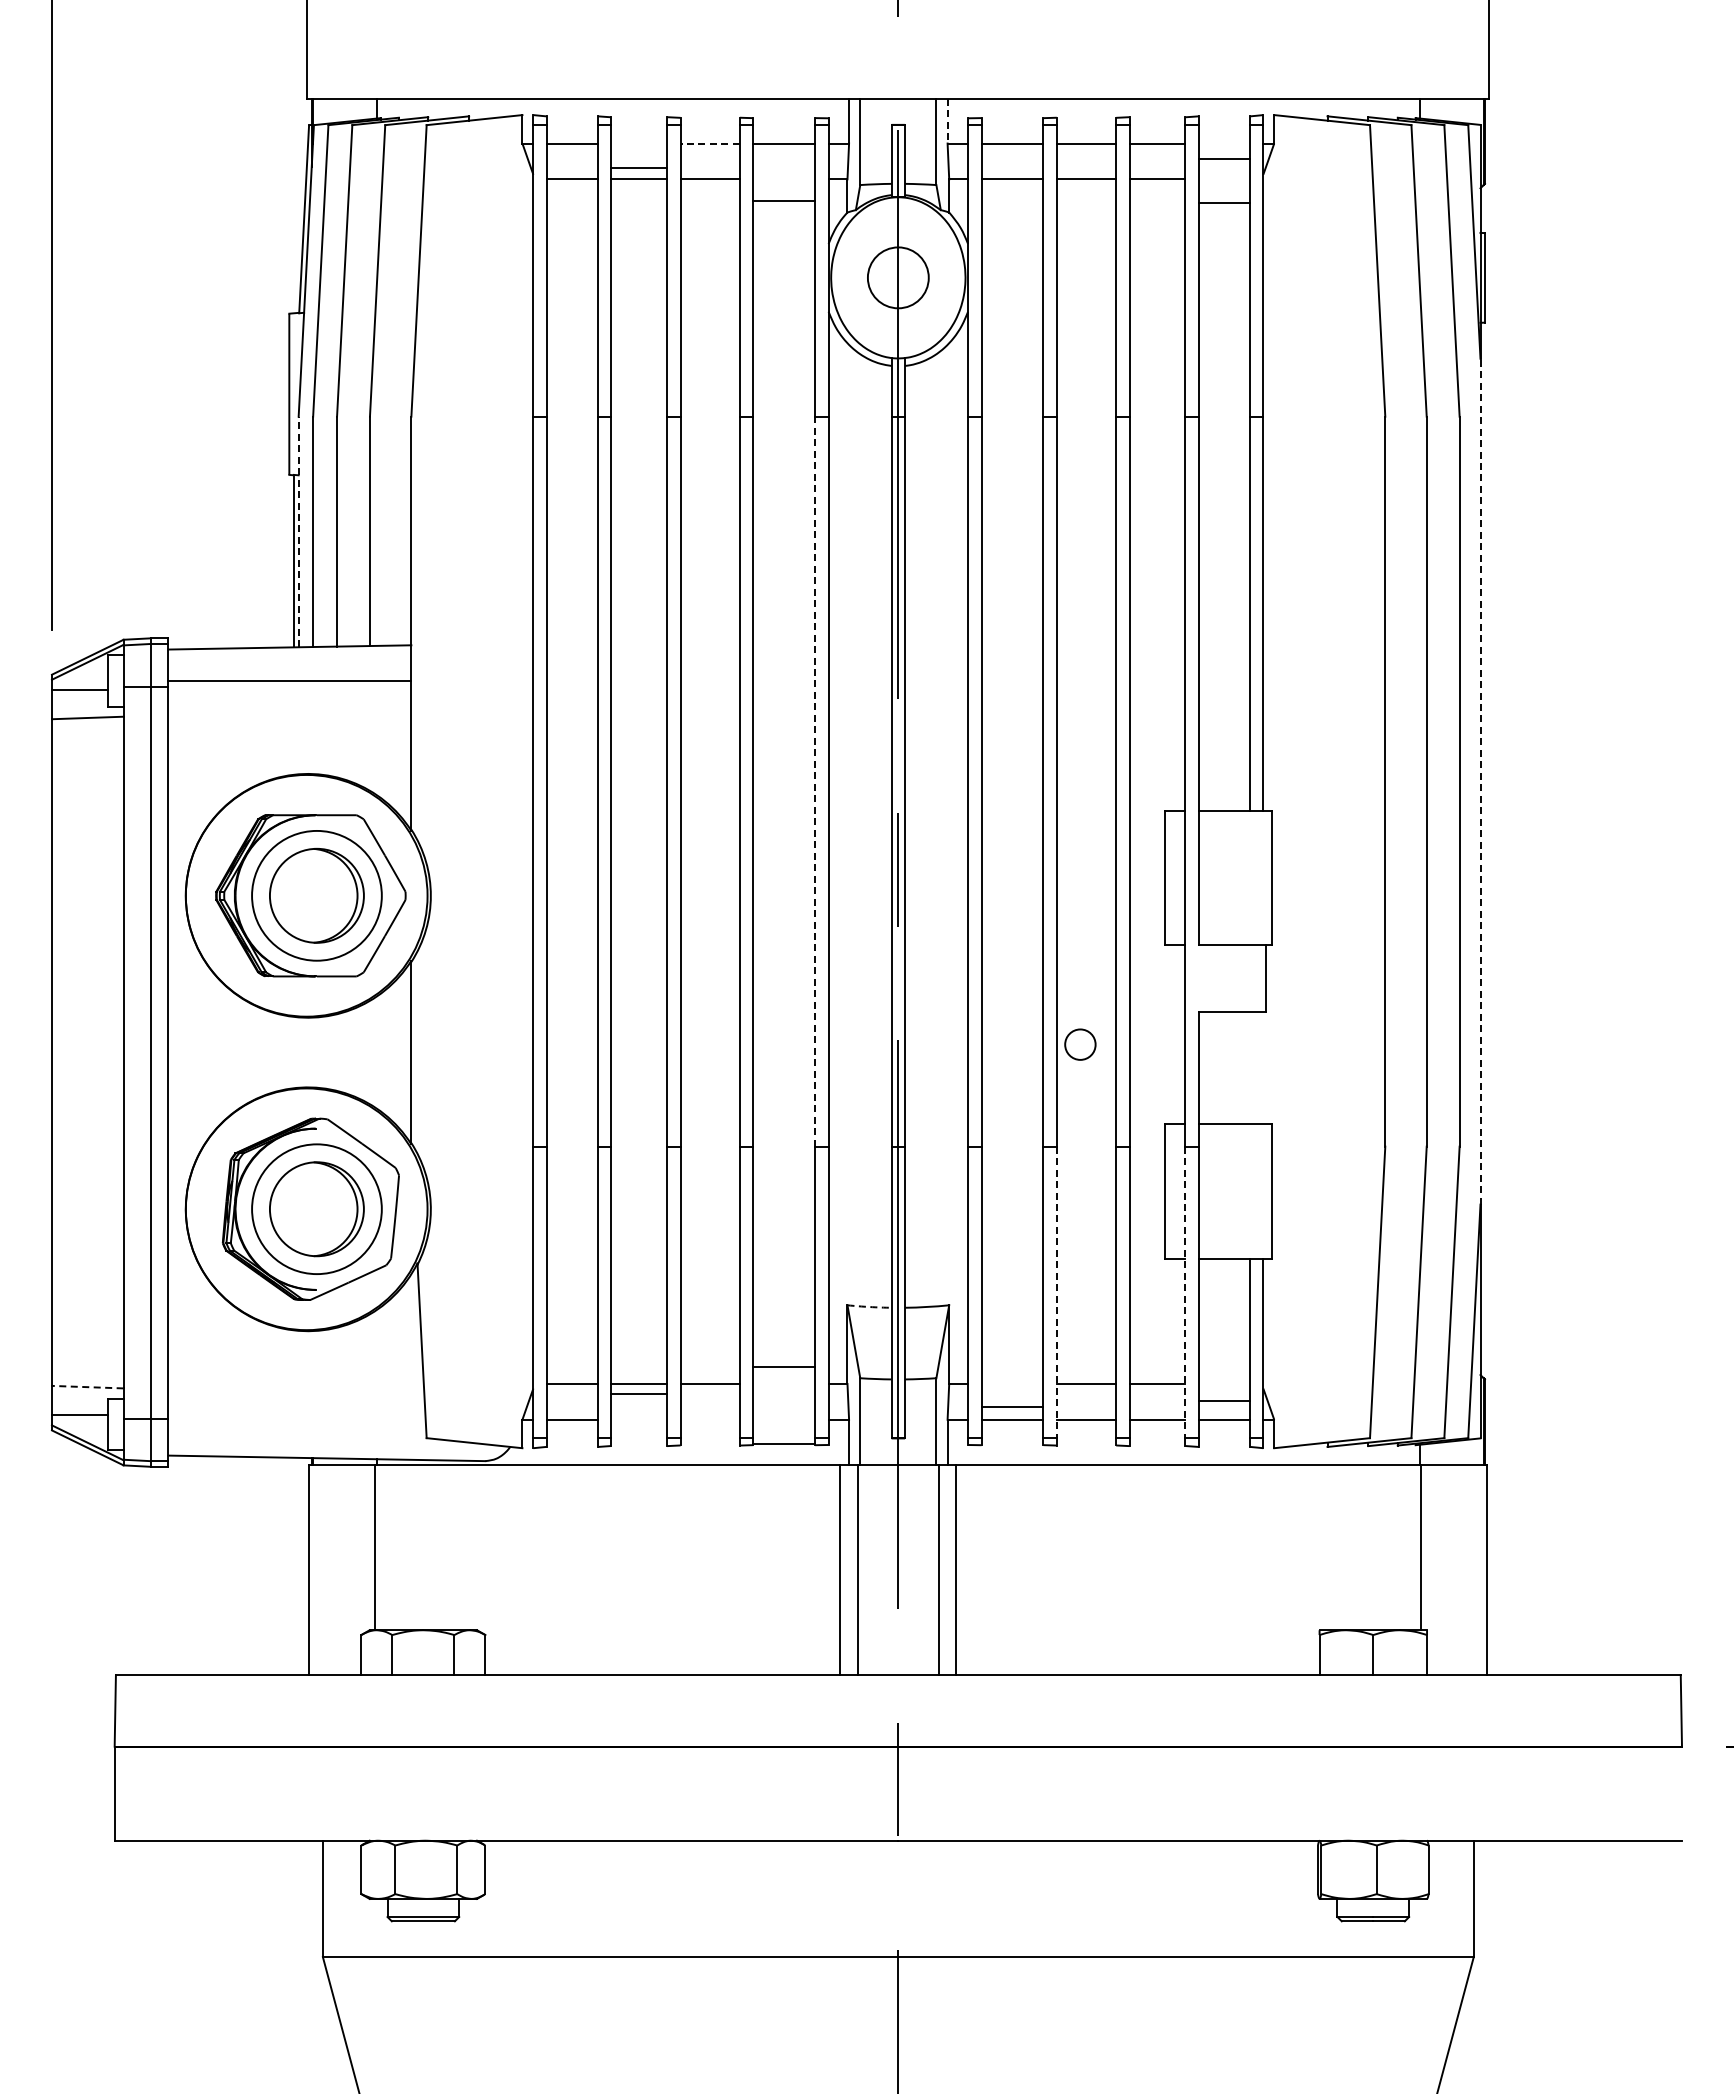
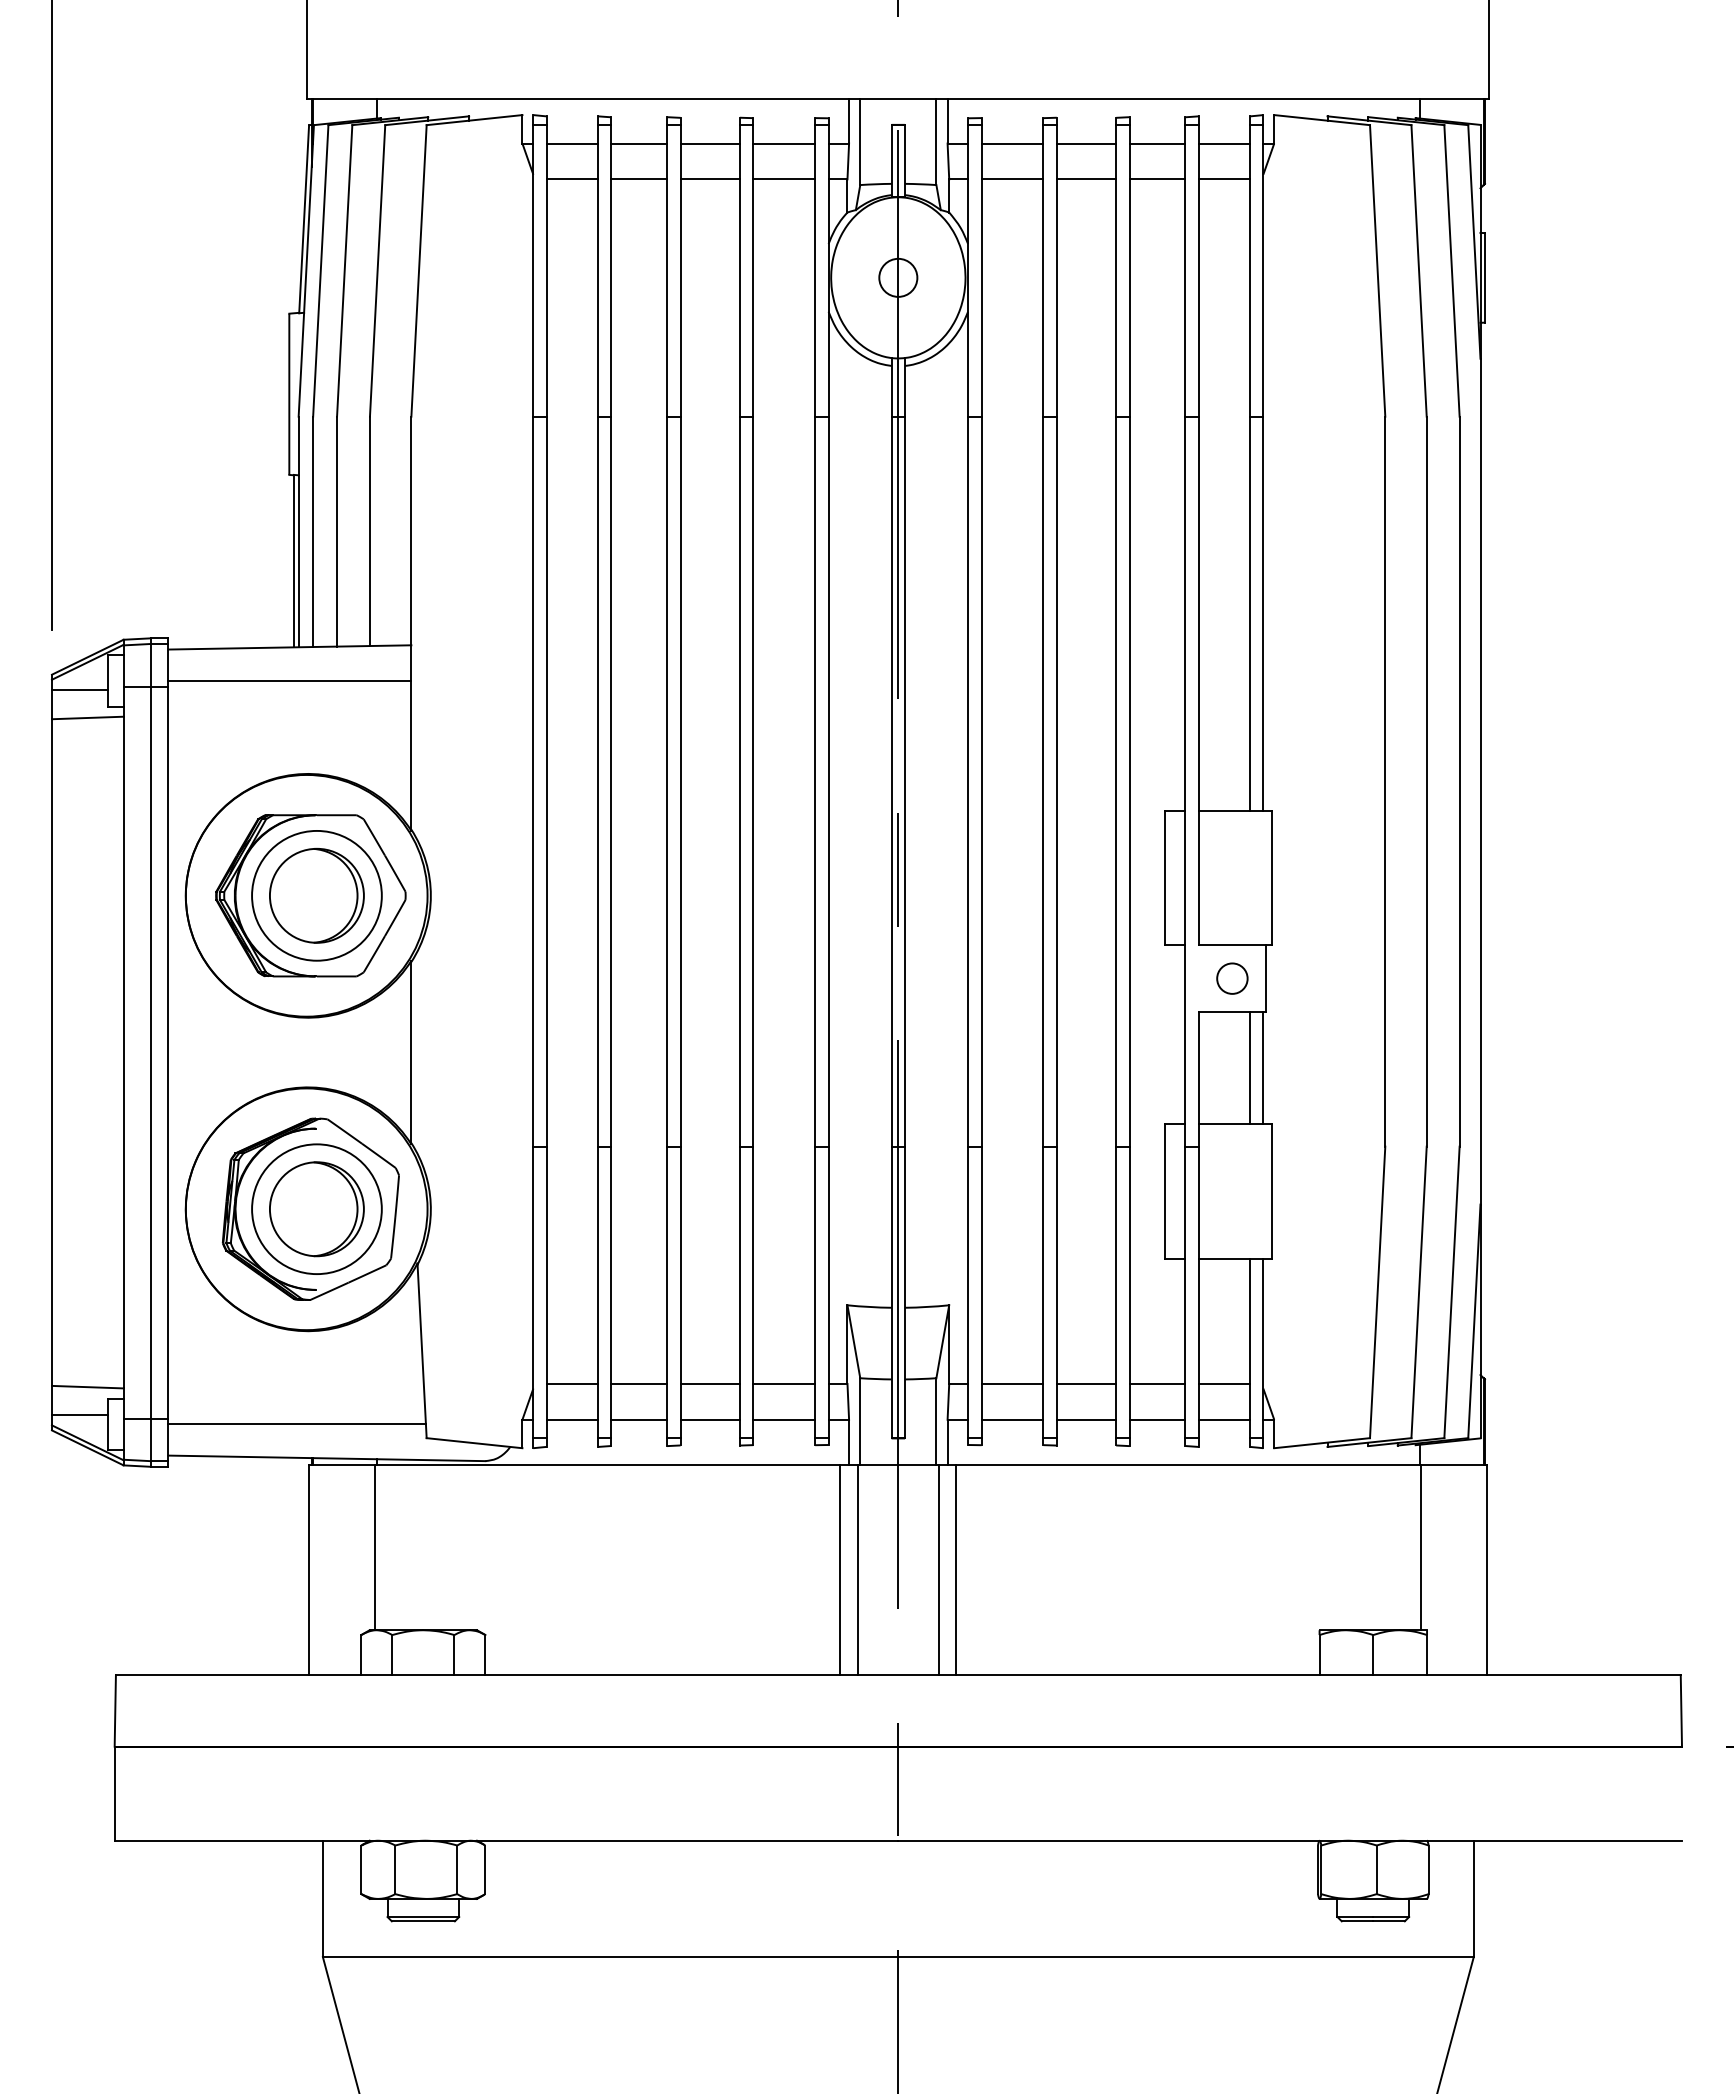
line at (947, 121): dashed -> solid
line at (710, 143): dashed -> solid
line at (1223, 158) position: (1223, 158) -> (1223, 143)
line at (639, 167) position: (639, 167) -> (639, 143)
line at (784, 201) position: (784, 201) -> (784, 179)
line at (1223, 203) position: (1223, 203) -> (1223, 179)
circle at (897, 277) diameter: 61 px -> 38 px
line at (298, 531): dashed -> solid
line at (815, 781): dashed -> solid
line at (1480, 781): dashed -> solid
circle at (1080, 1044) position: (1080, 1044) -> (1232, 978)
line at (1249, 1068): none -> present
line at (1263, 1068): none -> present
line at (1056, 1292): dashed -> solid
line at (1185, 1292): dashed -> solid
arc at (869, 1307): dashed -> solid
line at (784, 1366) position: (784, 1366) -> (784, 1383)
line at (87, 1387): dashed -> solid
line at (639, 1393) position: (639, 1393) -> (639, 1419)
line at (1223, 1400) position: (1223, 1400) -> (1223, 1383)
line at (1012, 1406) position: (1012, 1406) -> (1012, 1383)
line at (709, 1419): none -> present
line at (296, 1424): none -> present
line at (784, 1443) position: (784, 1443) -> (784, 1419)
